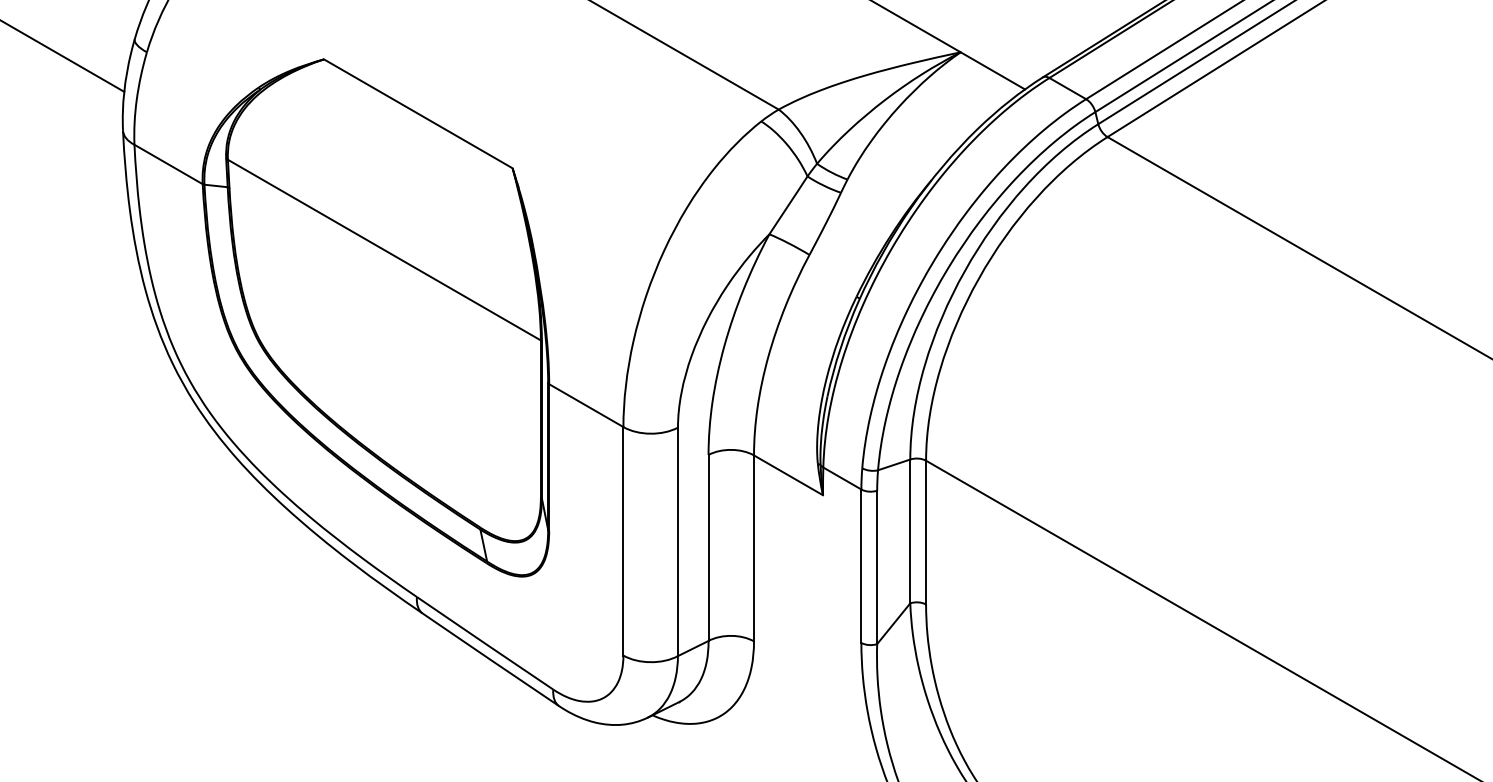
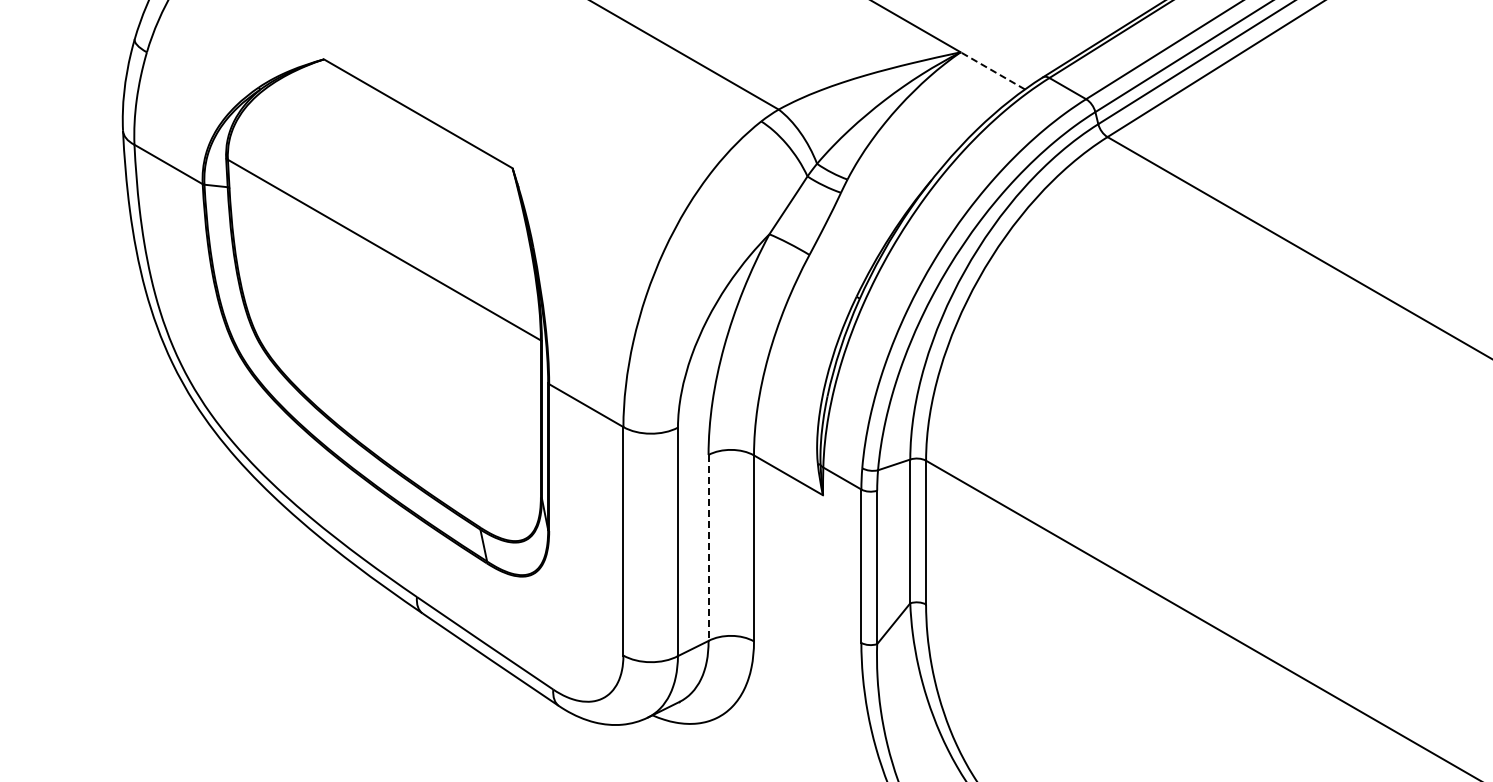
line at (63, 56): present -> none
line at (992, 70): solid -> dashed
line at (708, 547): solid -> dashed
